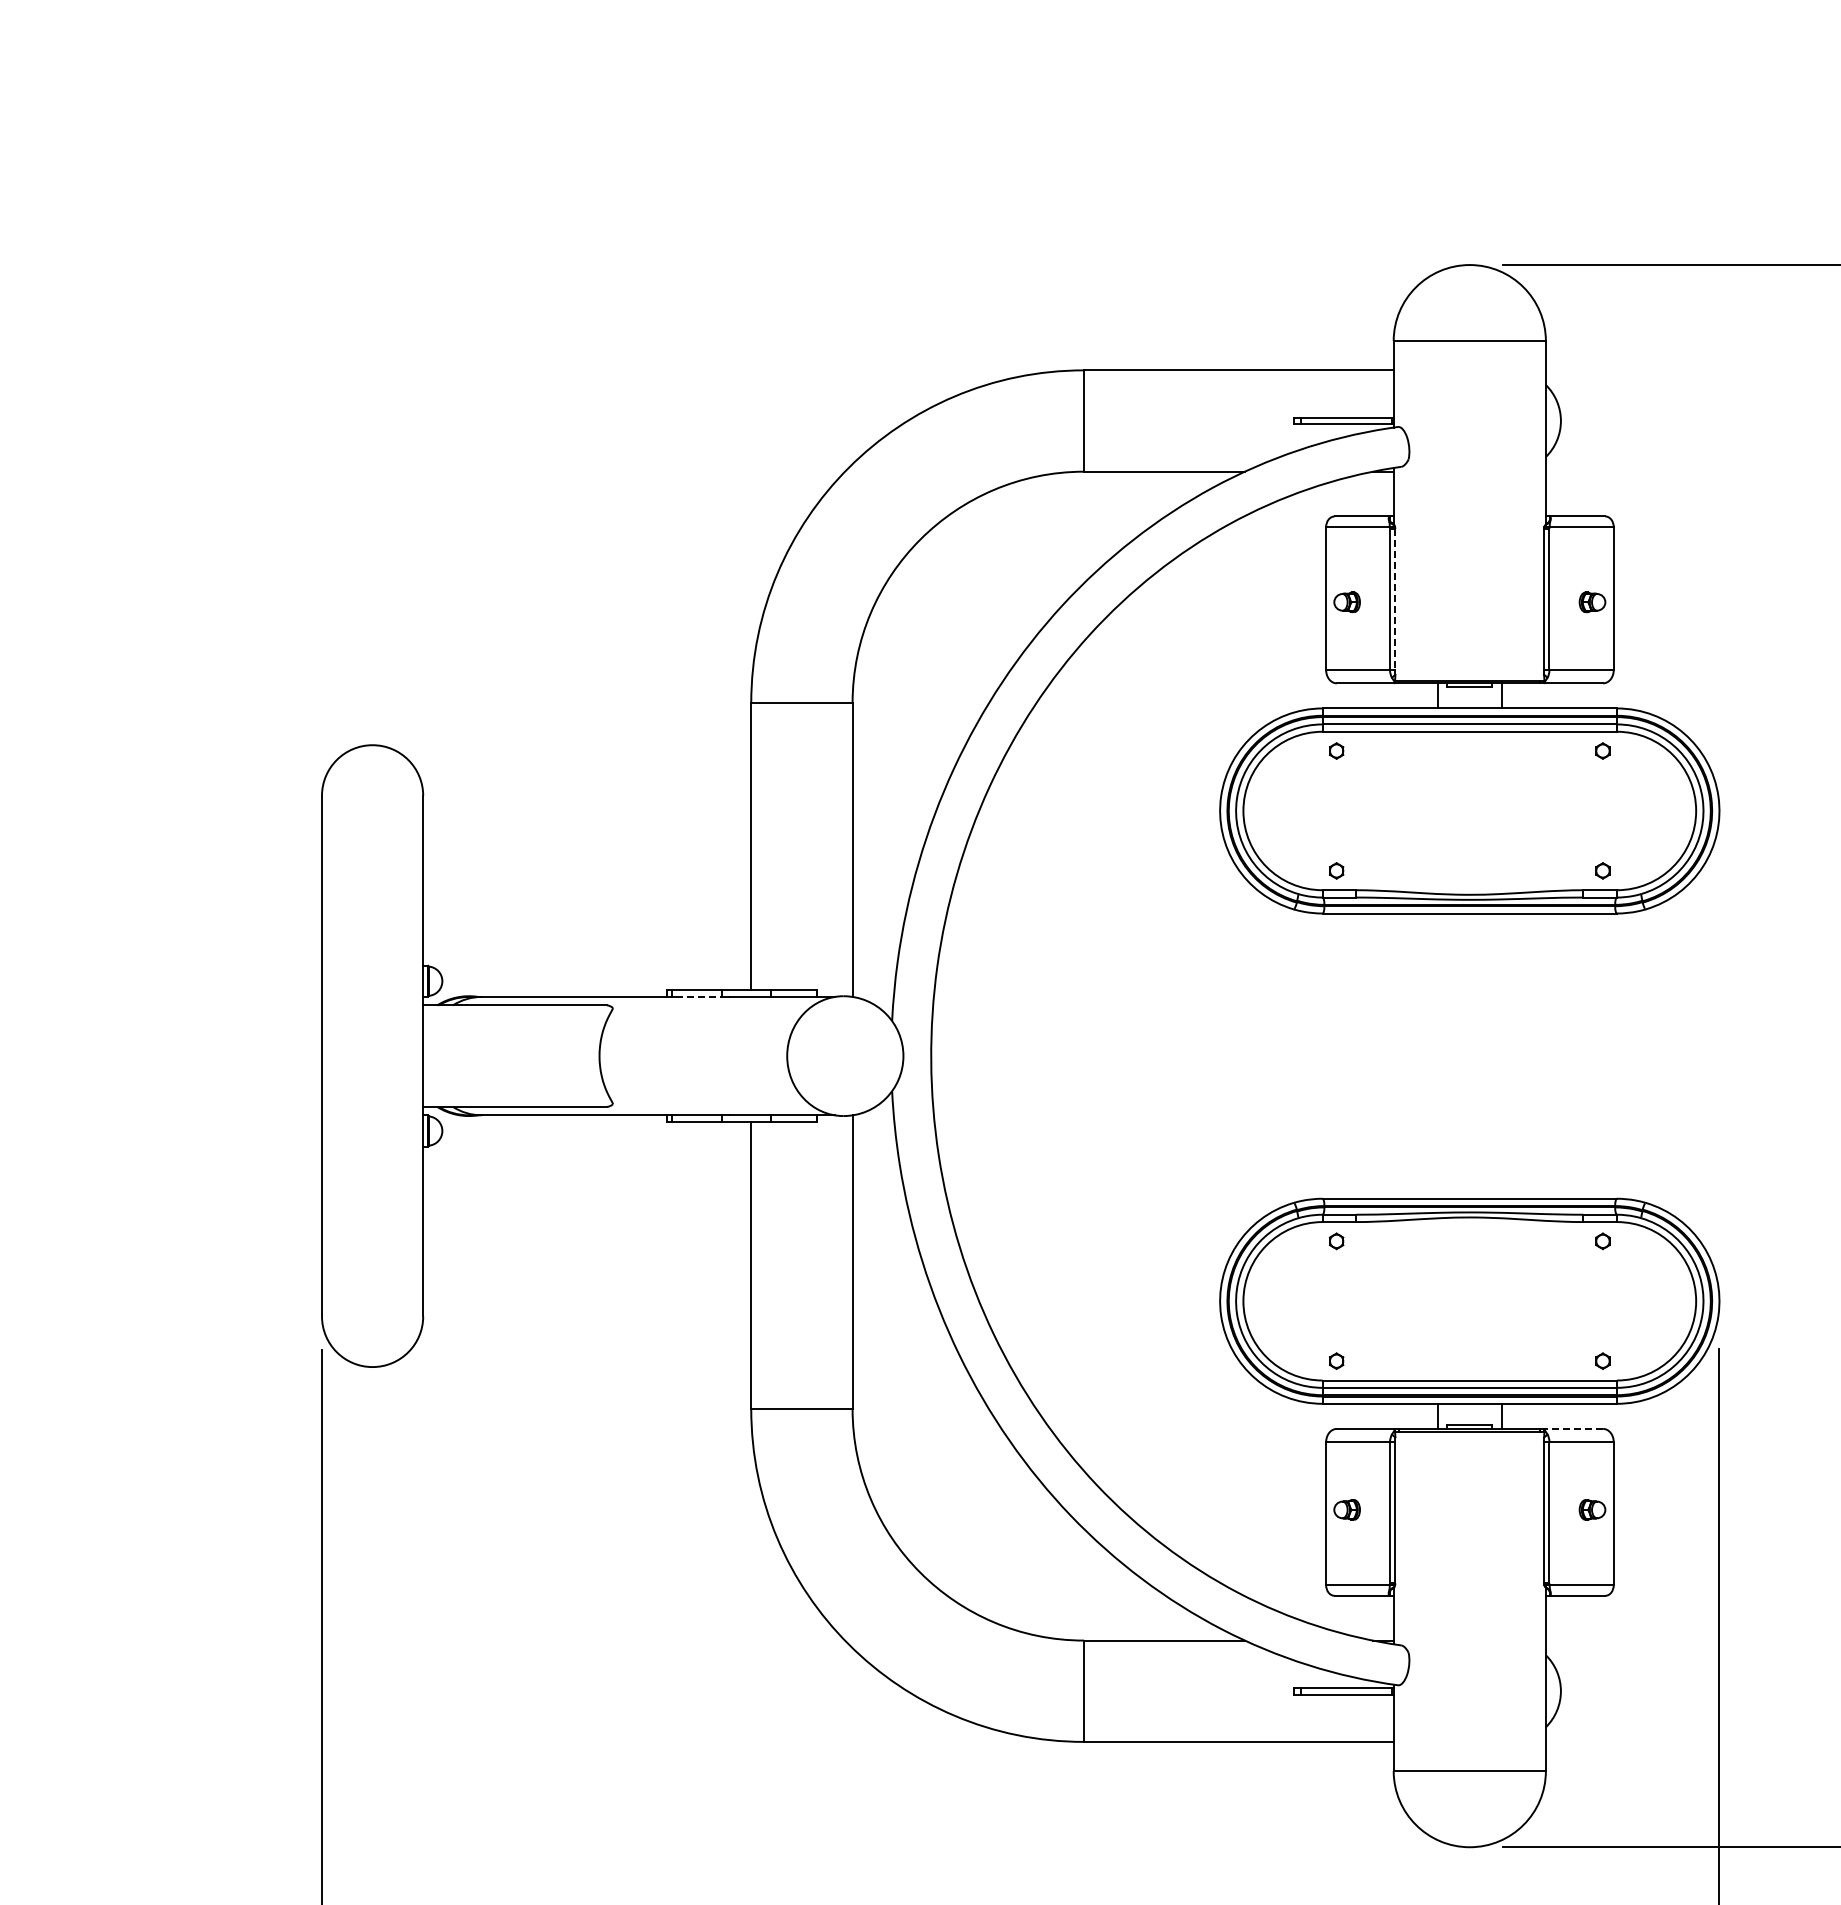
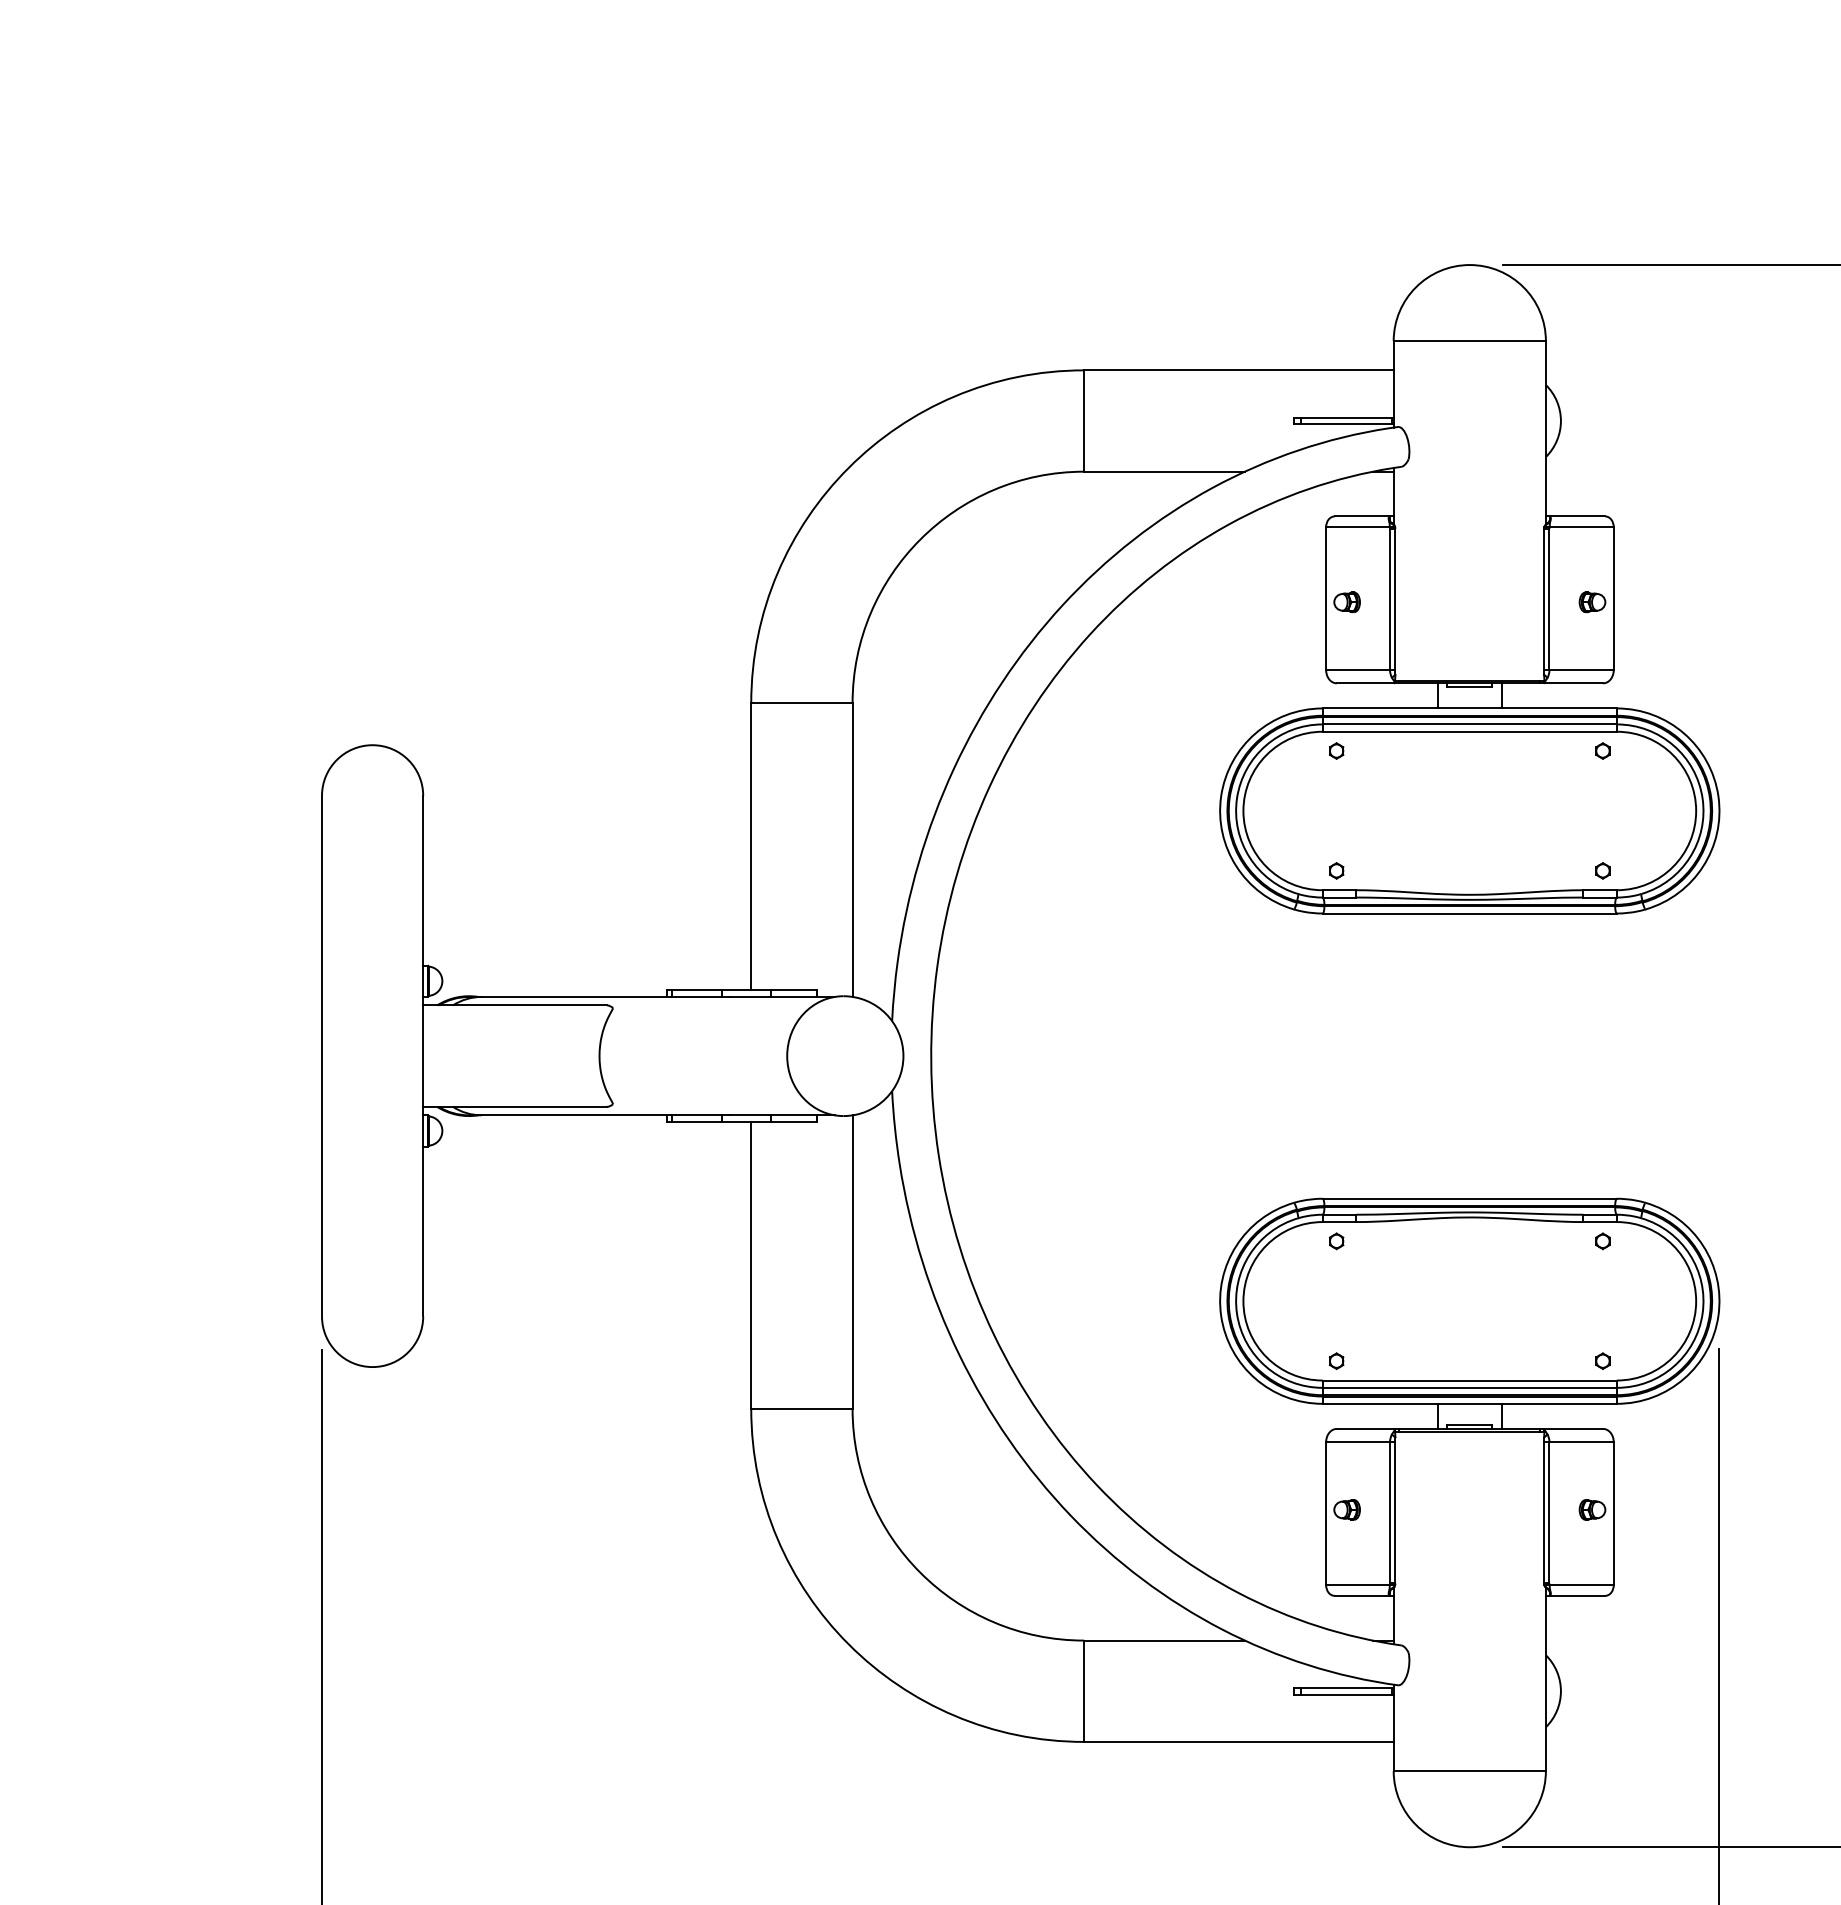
line at (1395, 599): dashed -> solid
line at (699, 996): dashed -> solid
line at (1573, 1428): dashed -> solid
